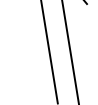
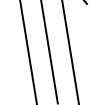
line at (28, 51): none -> present
